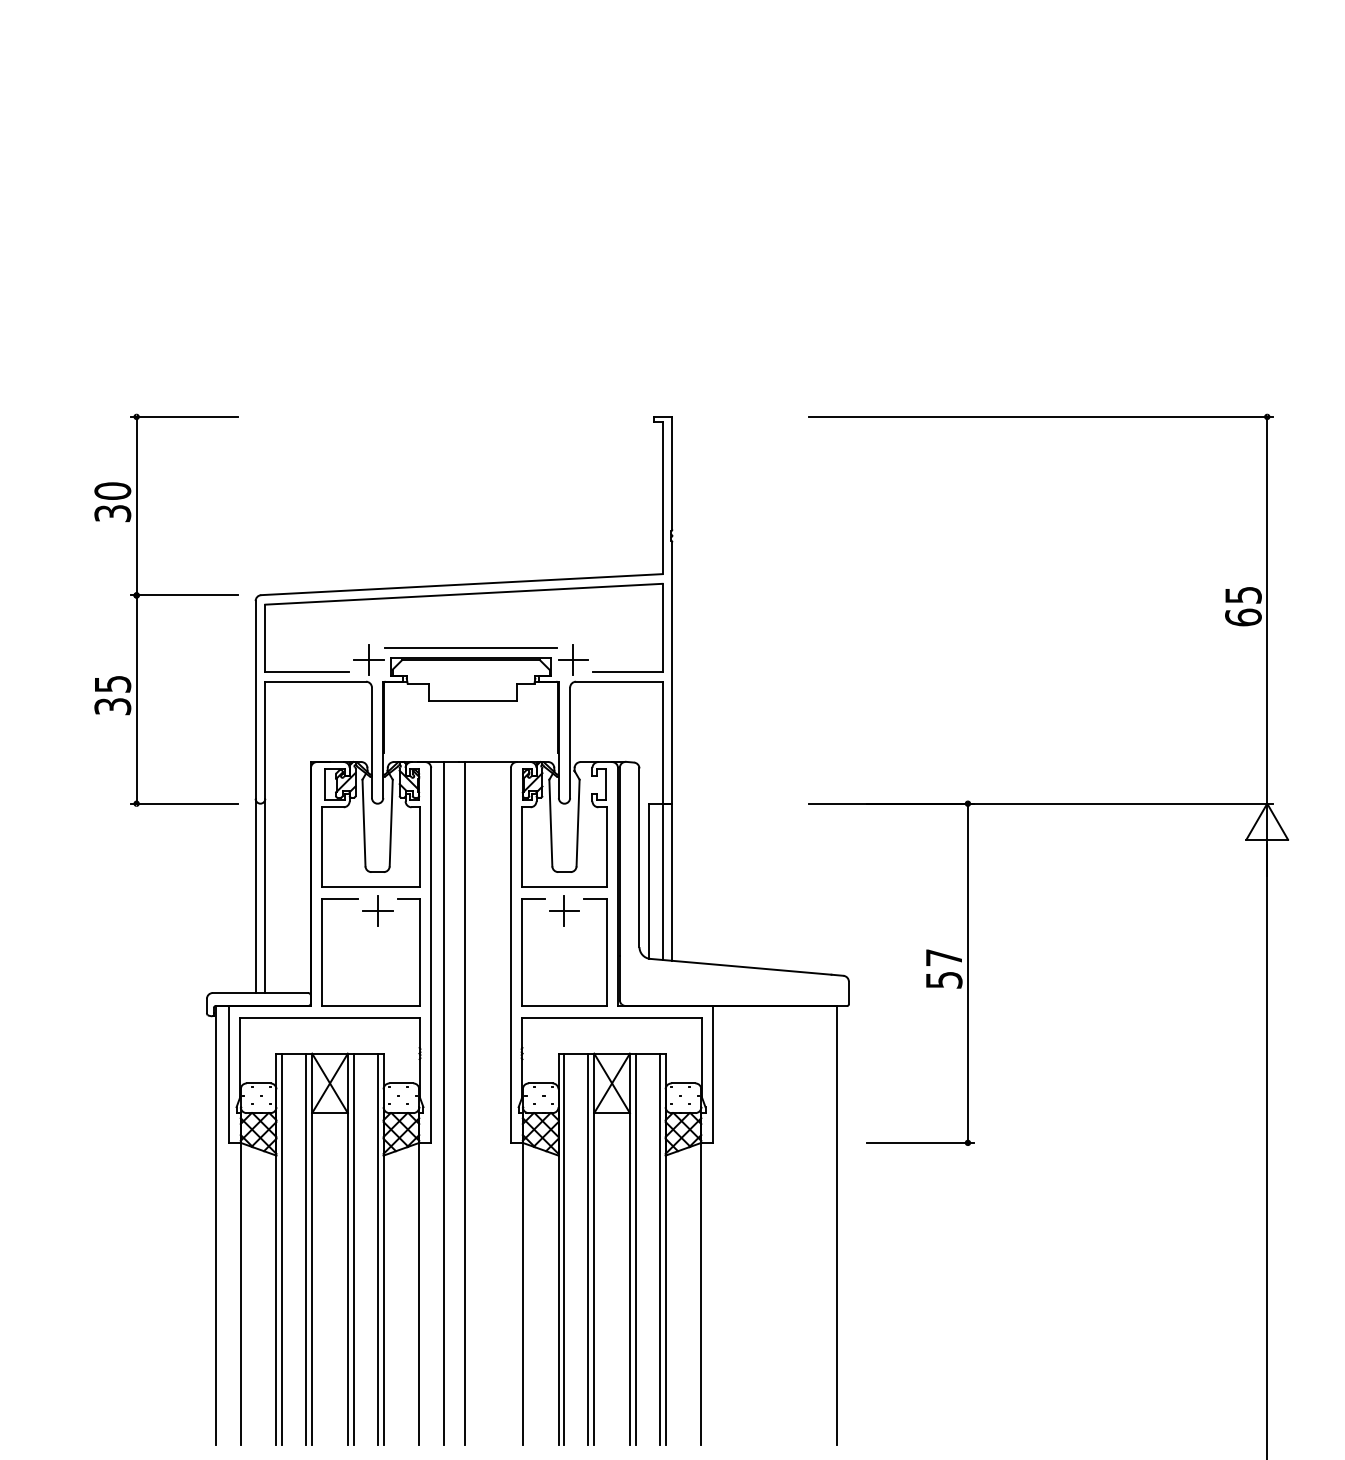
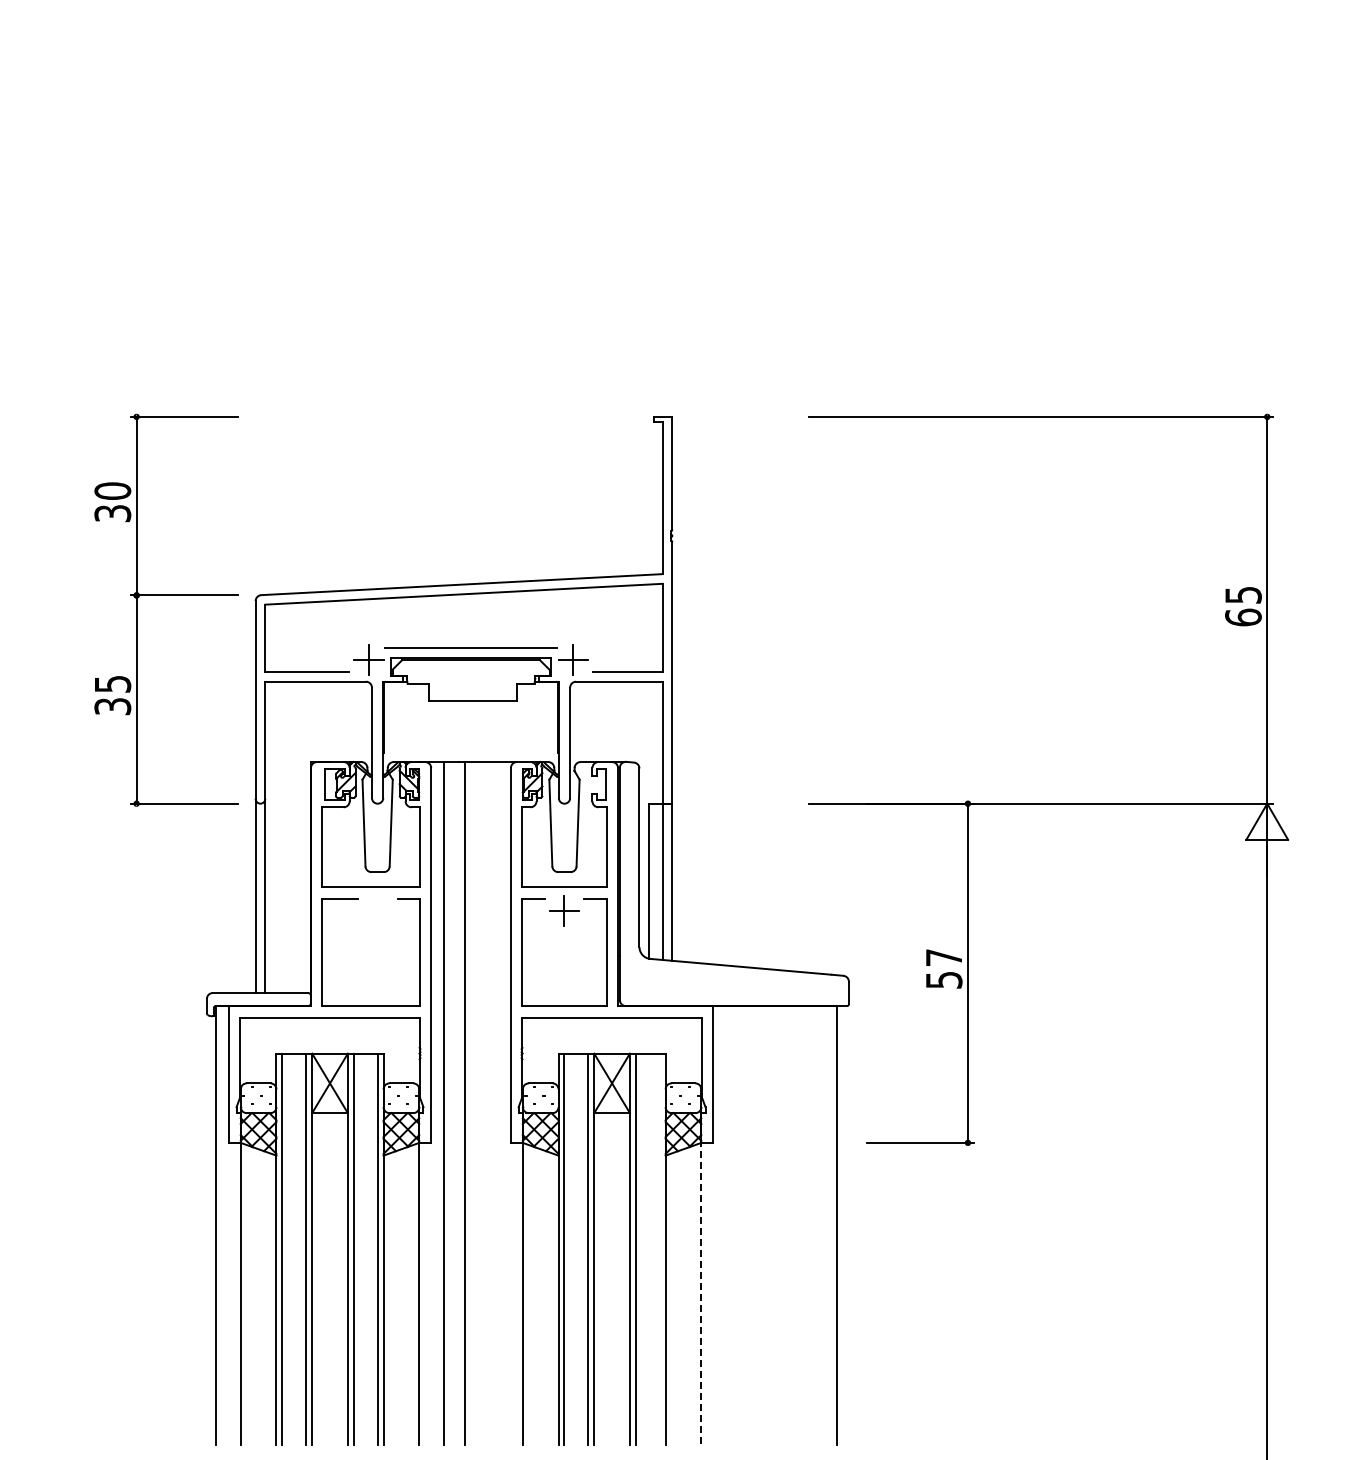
part at (377, 910): present -> none
line at (659, 1248): present -> none
line at (701, 1292): solid -> dashed
